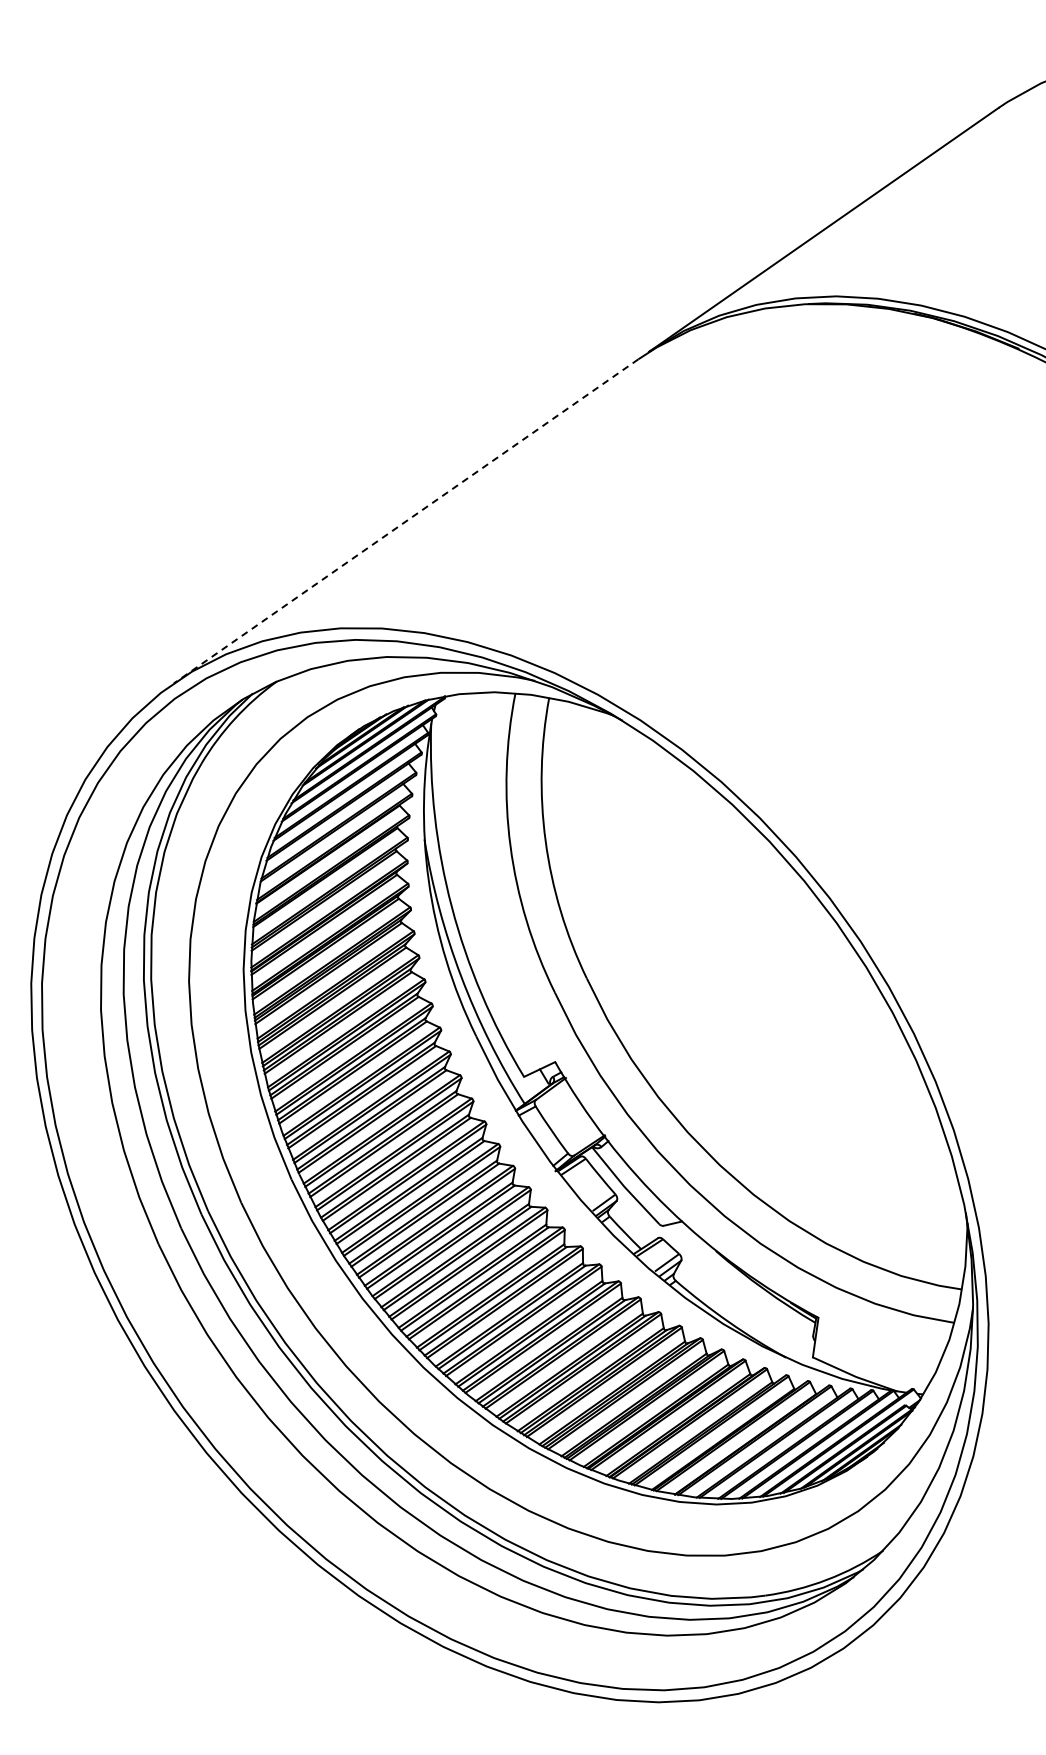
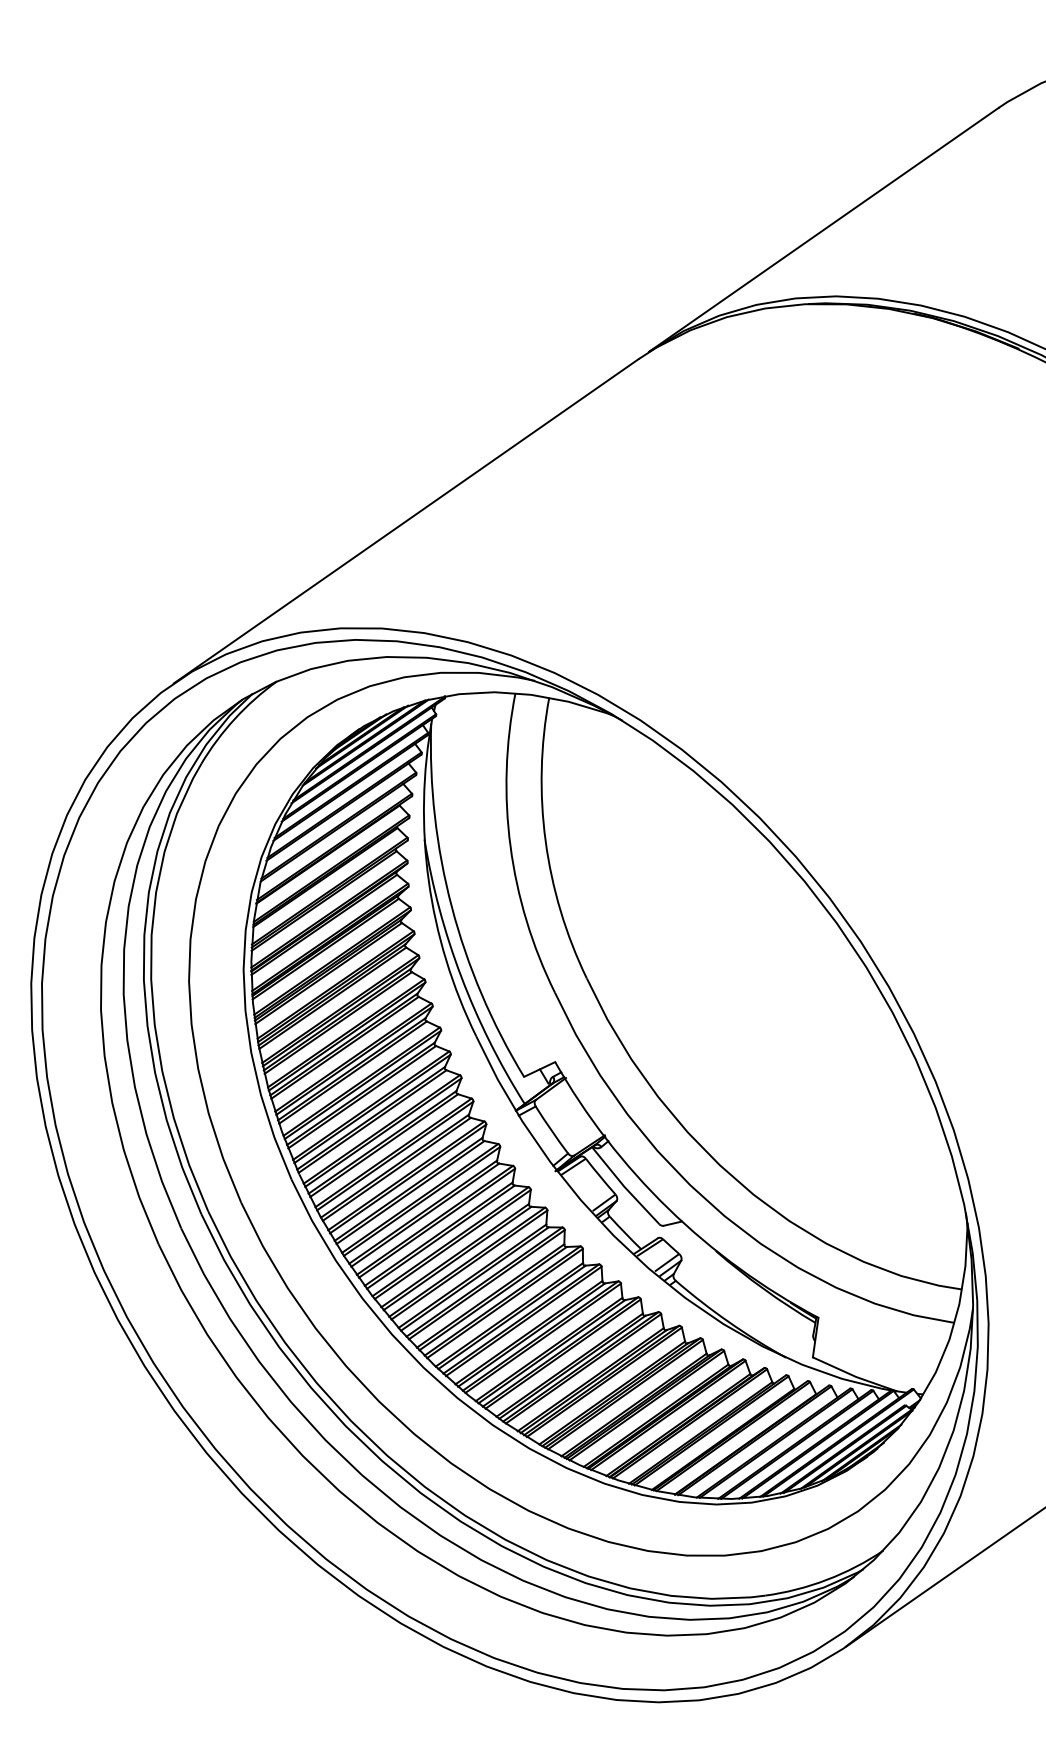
line at (405, 521): dashed -> solid
line at (944, 1577): none -> present
